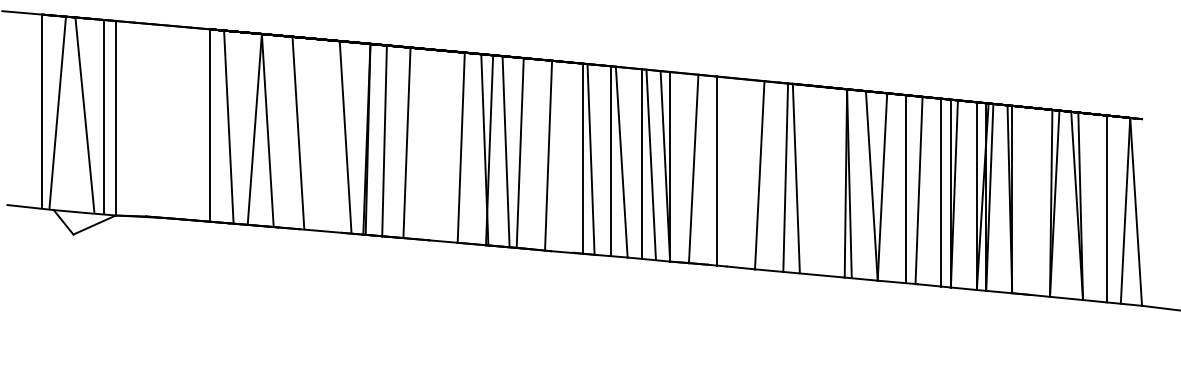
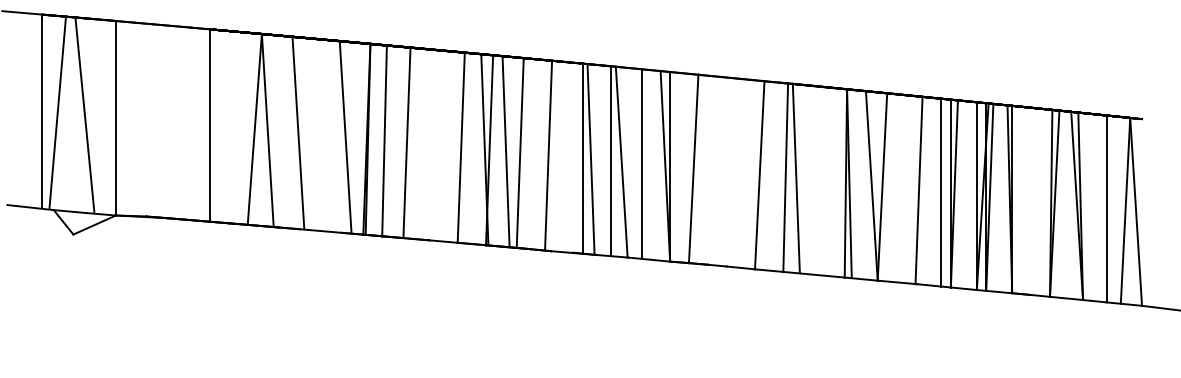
line at (103, 115): present -> none
line at (228, 126): present -> none
line at (650, 164): present -> none
line at (717, 170): present -> none
line at (906, 189): present -> none
